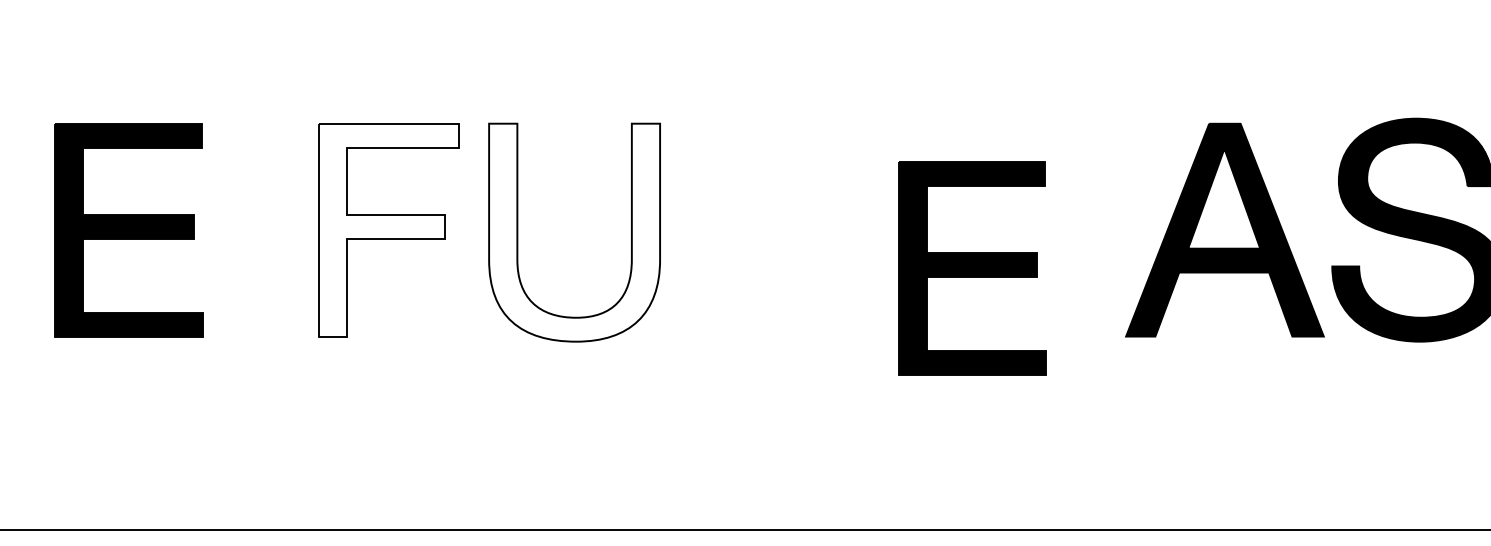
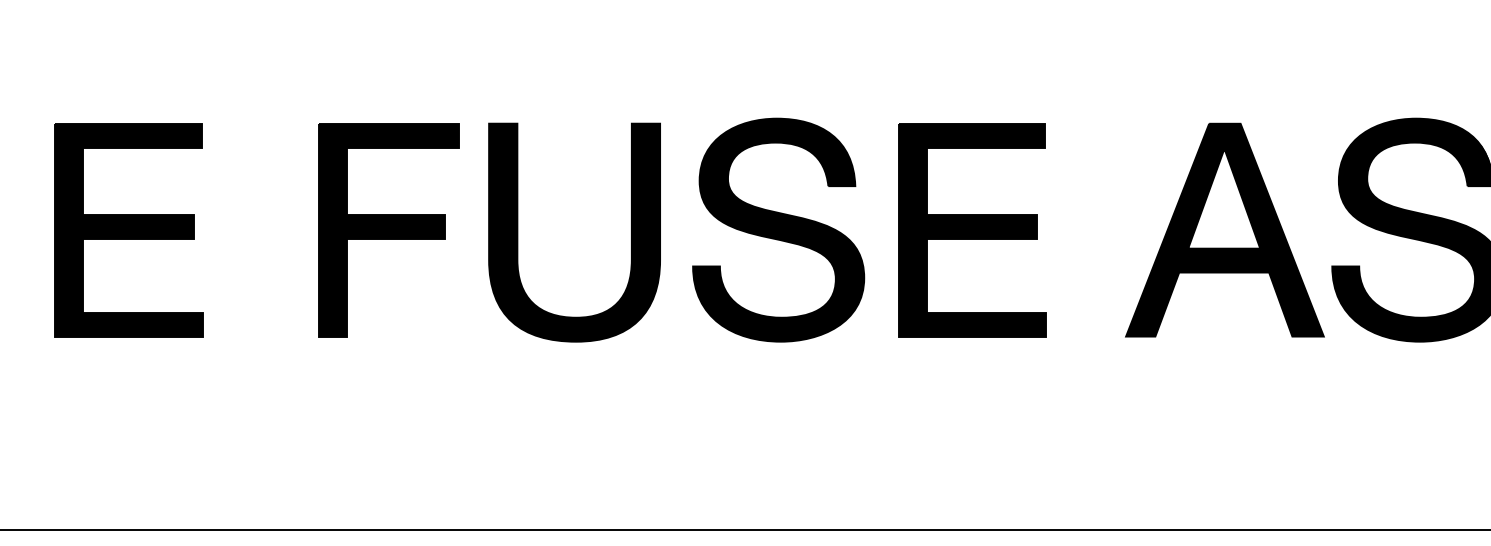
fill at (388, 229): none -> present
part at (778, 229): none -> present
fill at (574, 232): none -> present
part at (972, 268) position: (972, 268) -> (972, 230)
